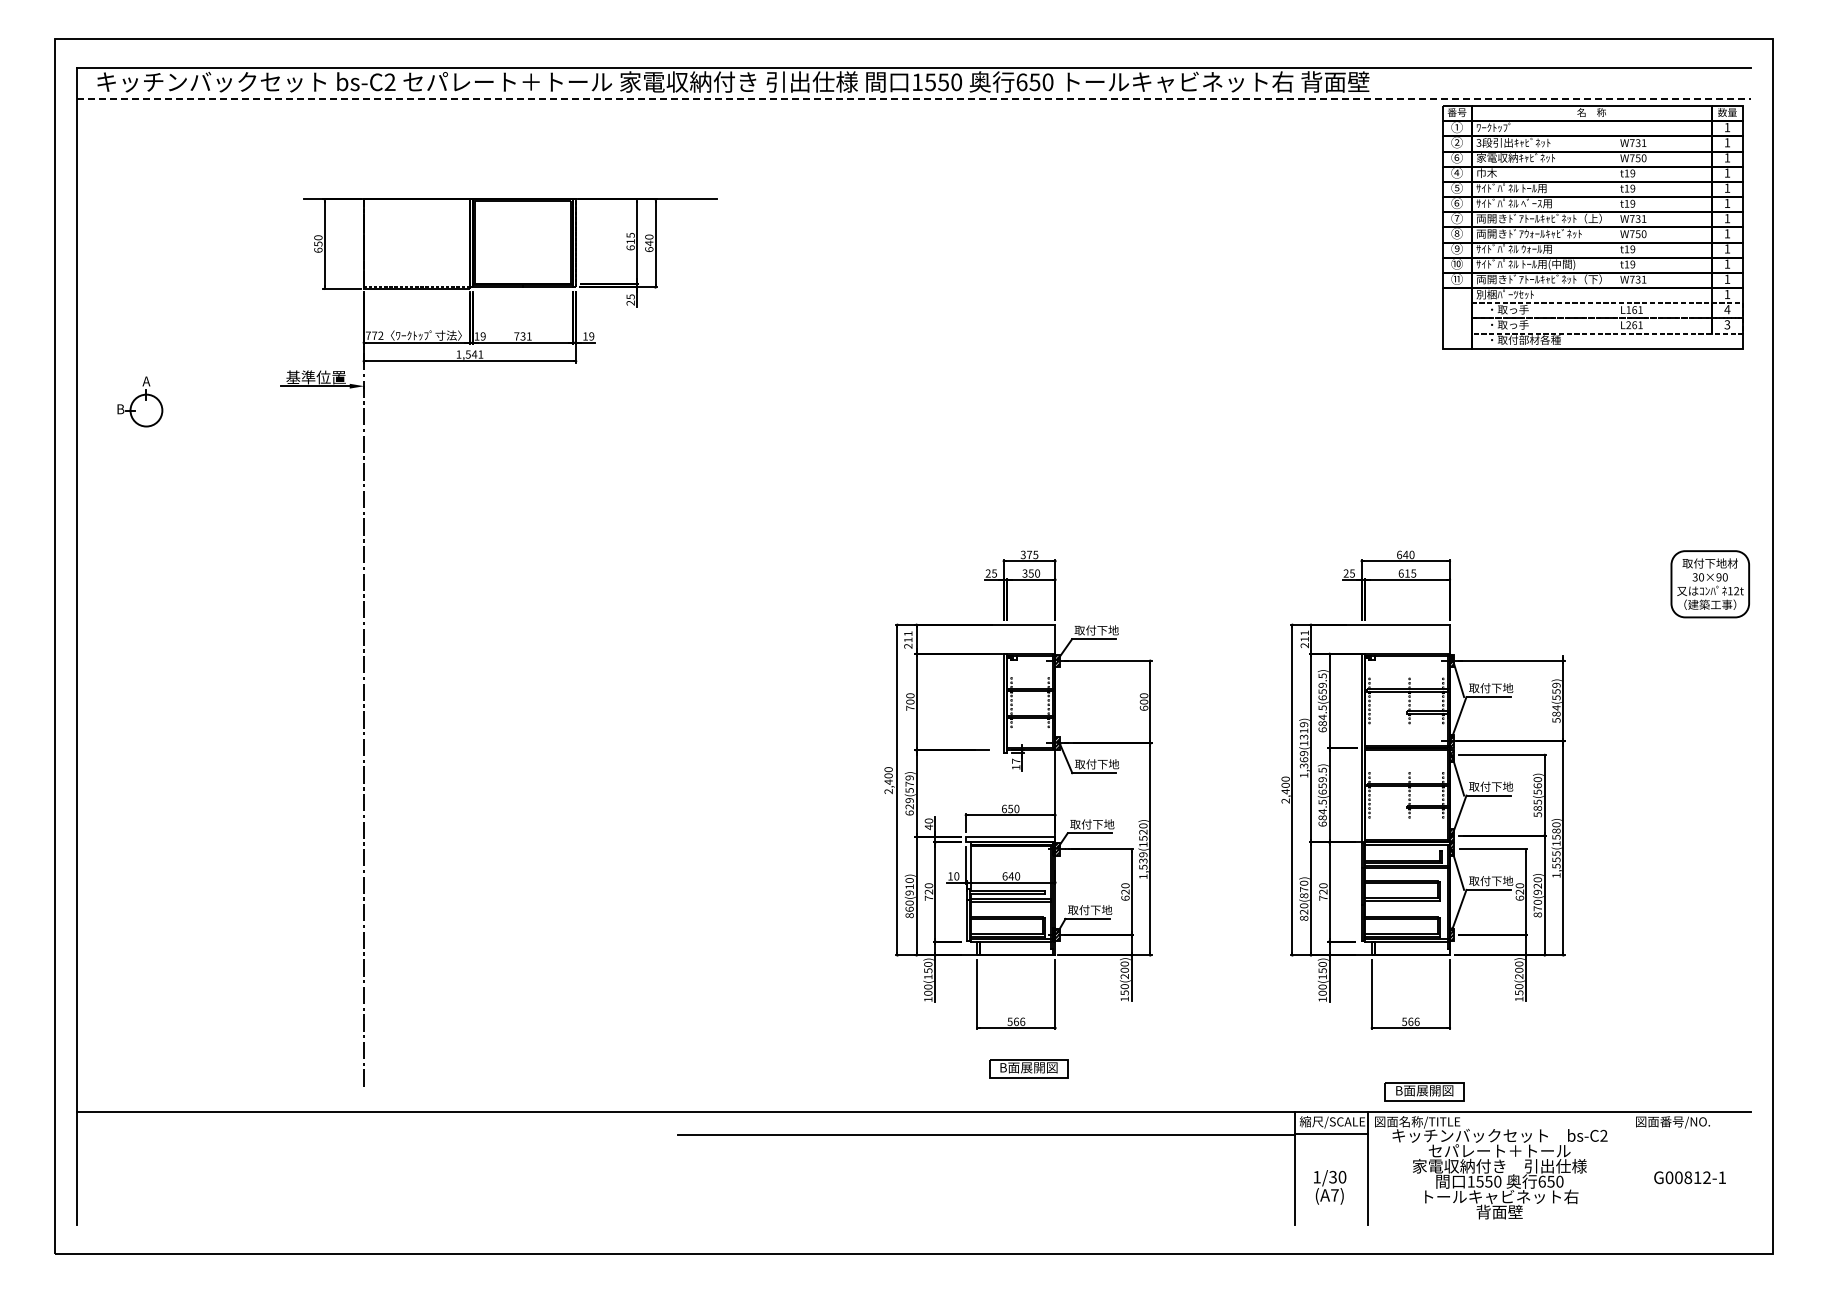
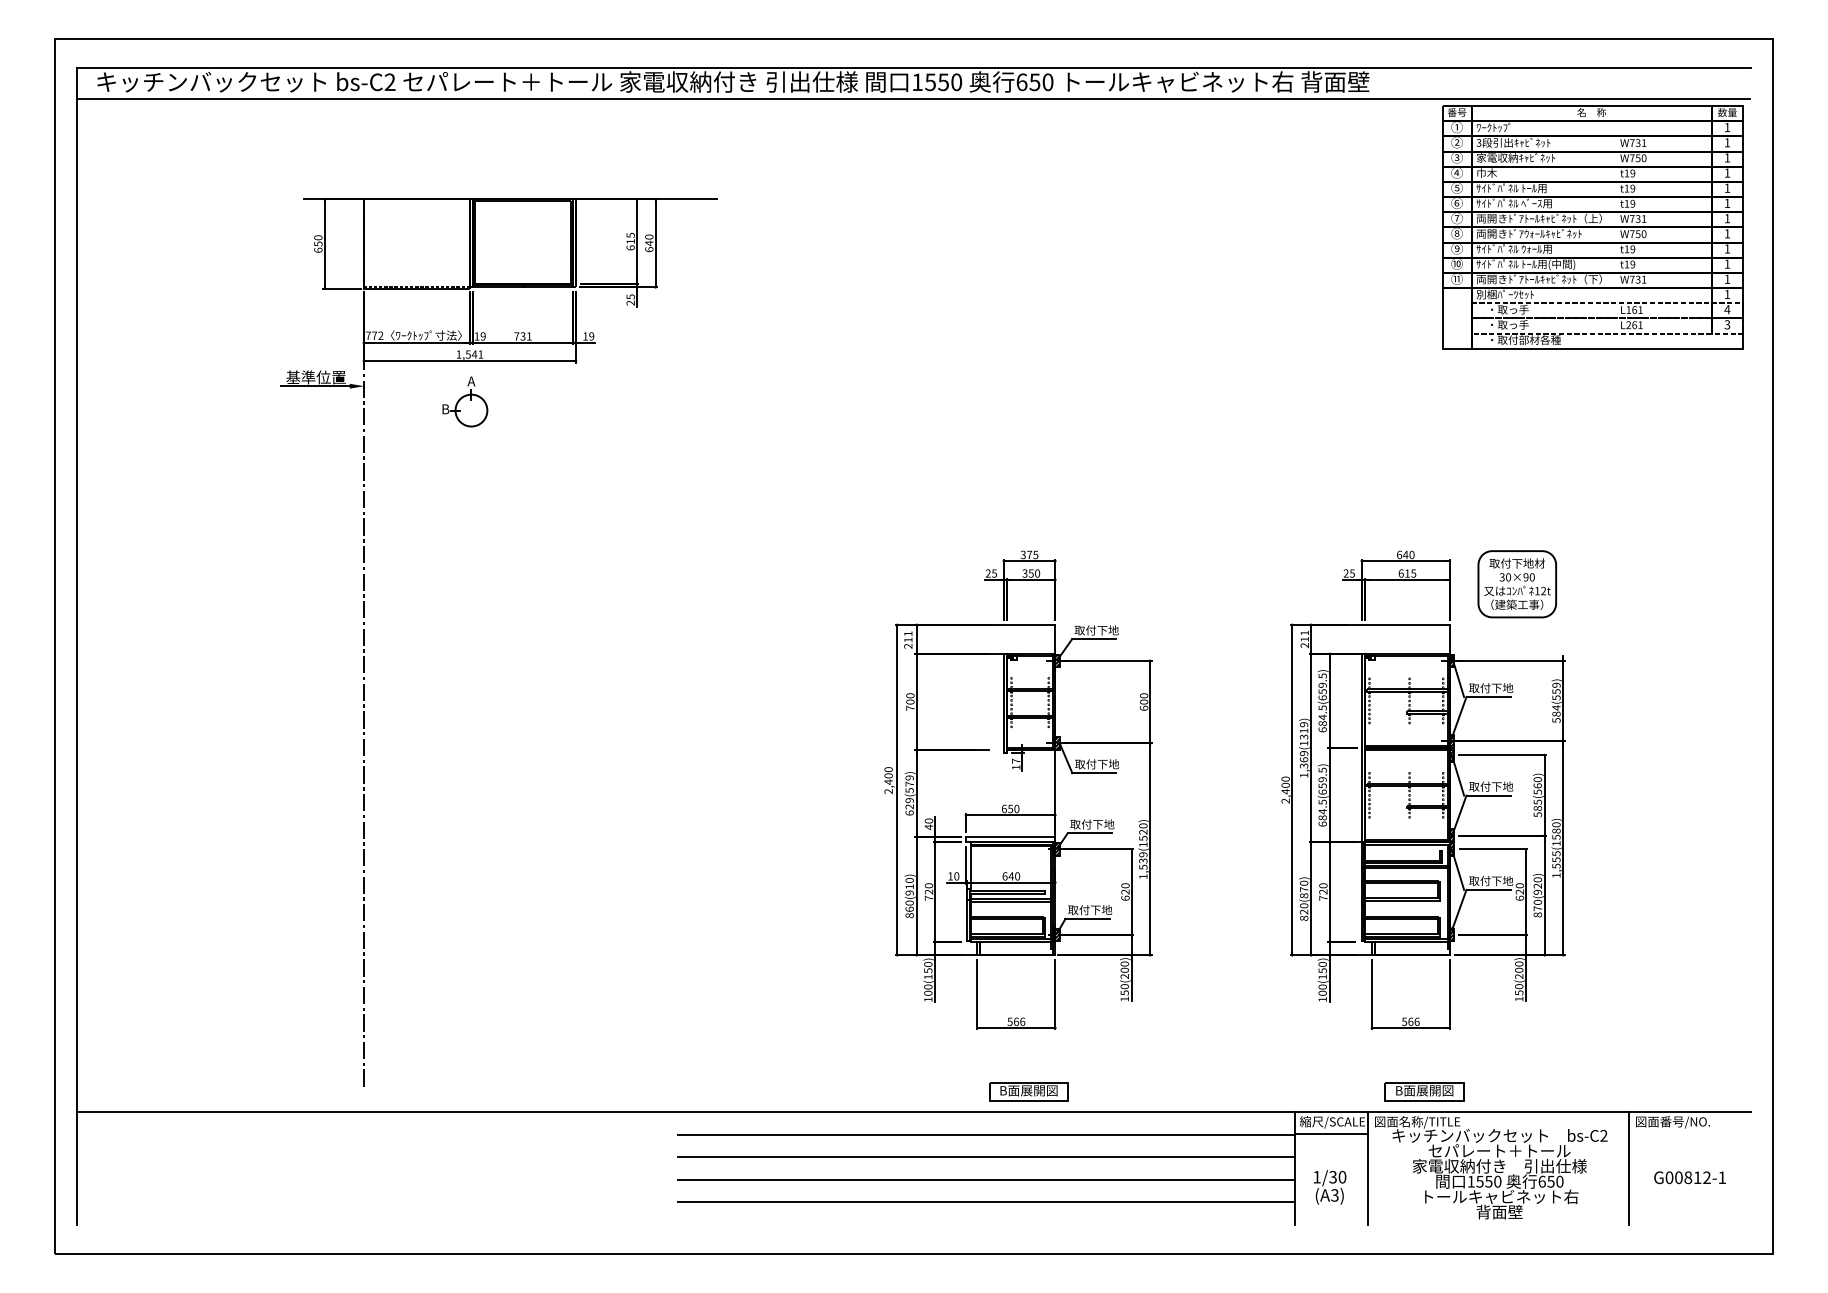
line at (913, 99): dashed -> solid
text at (1456, 157): ⑥ -> ③
part at (140, 401) position: (140, 401) -> (465, 401)
part at (1709, 584) position: (1709, 584) -> (1516, 584)
part at (1028, 1068) position: (1028, 1068) -> (1028, 1091)
line at (986, 1157): none -> present
line at (1629, 1168): none -> present
line at (986, 1179): none -> present
text at (1334, 1195): (A7) -> (A3)
line at (986, 1202): none -> present
